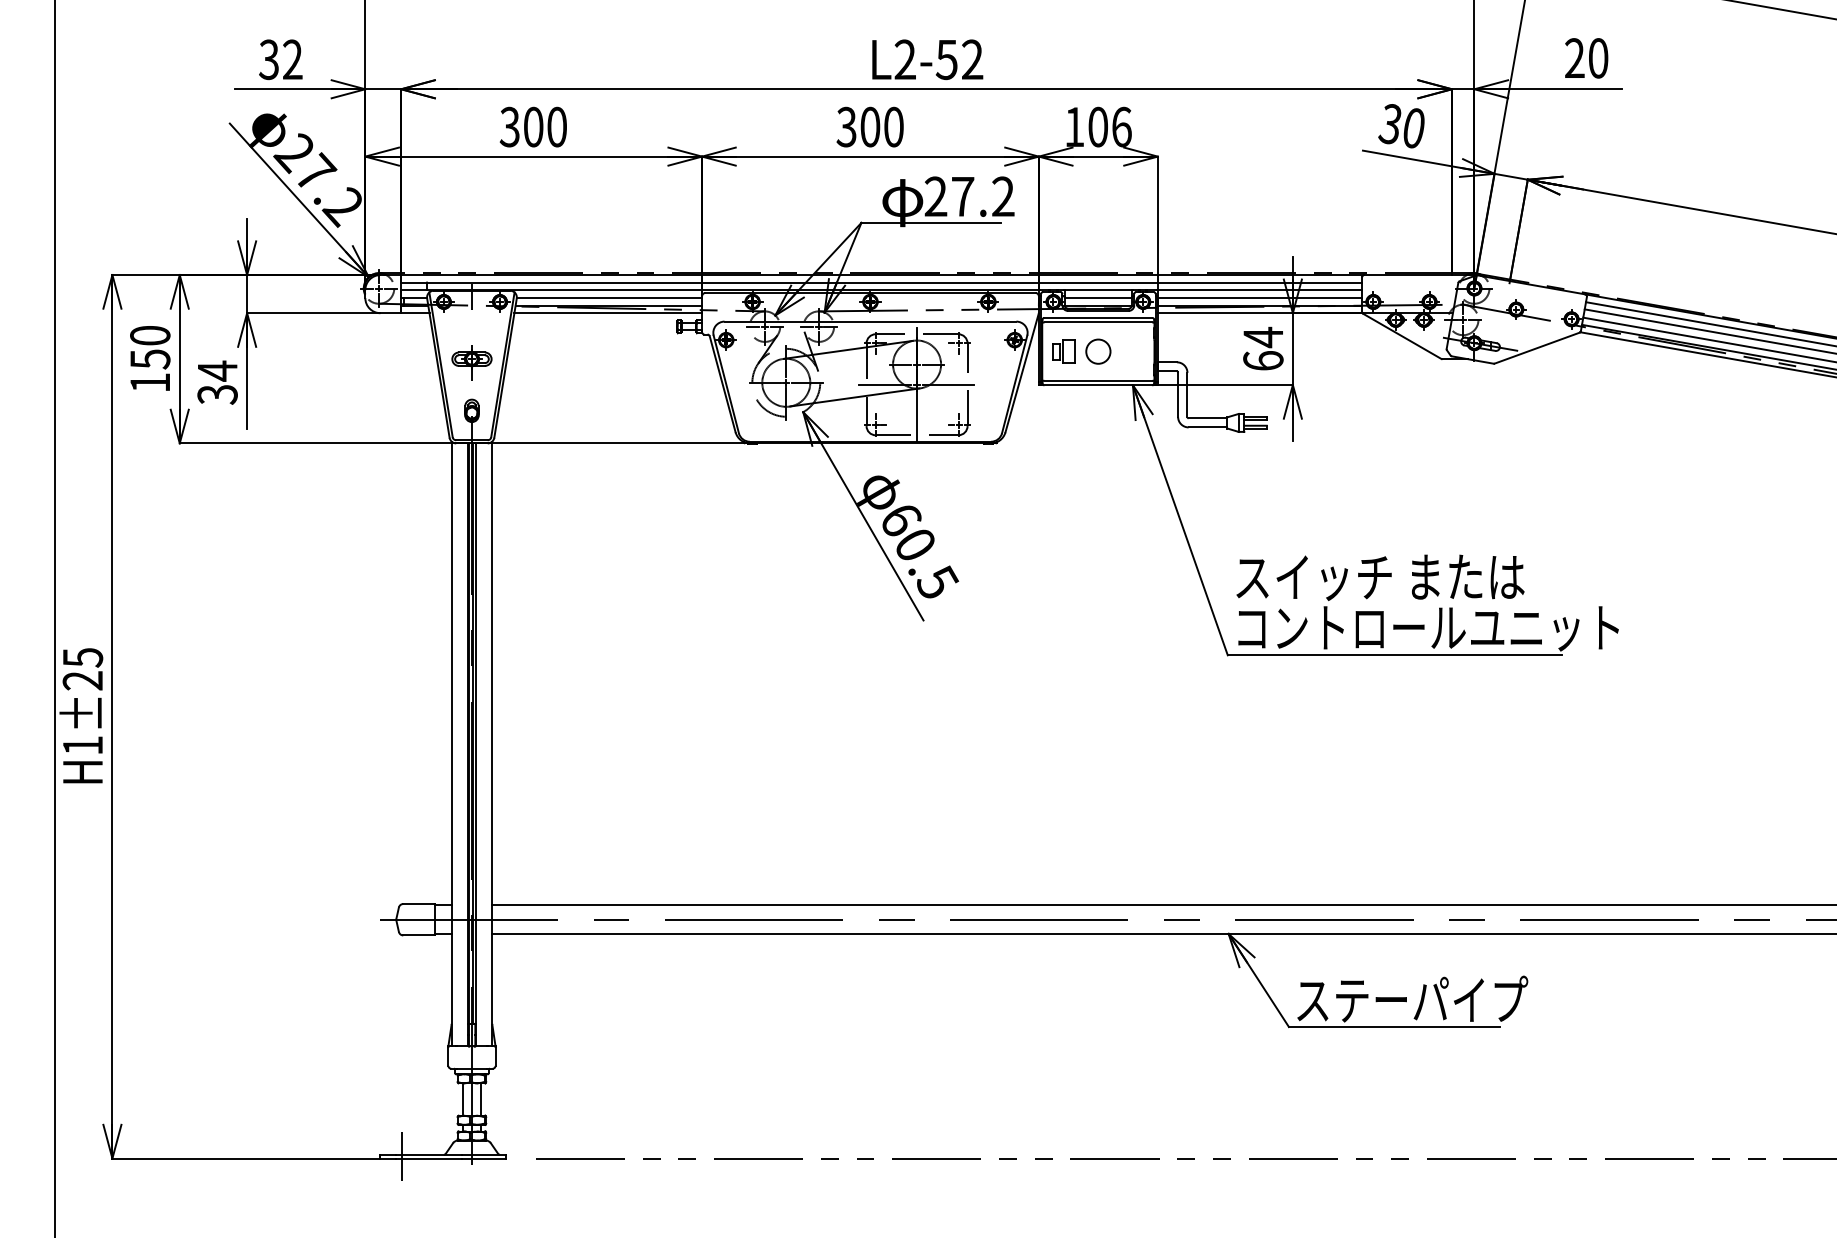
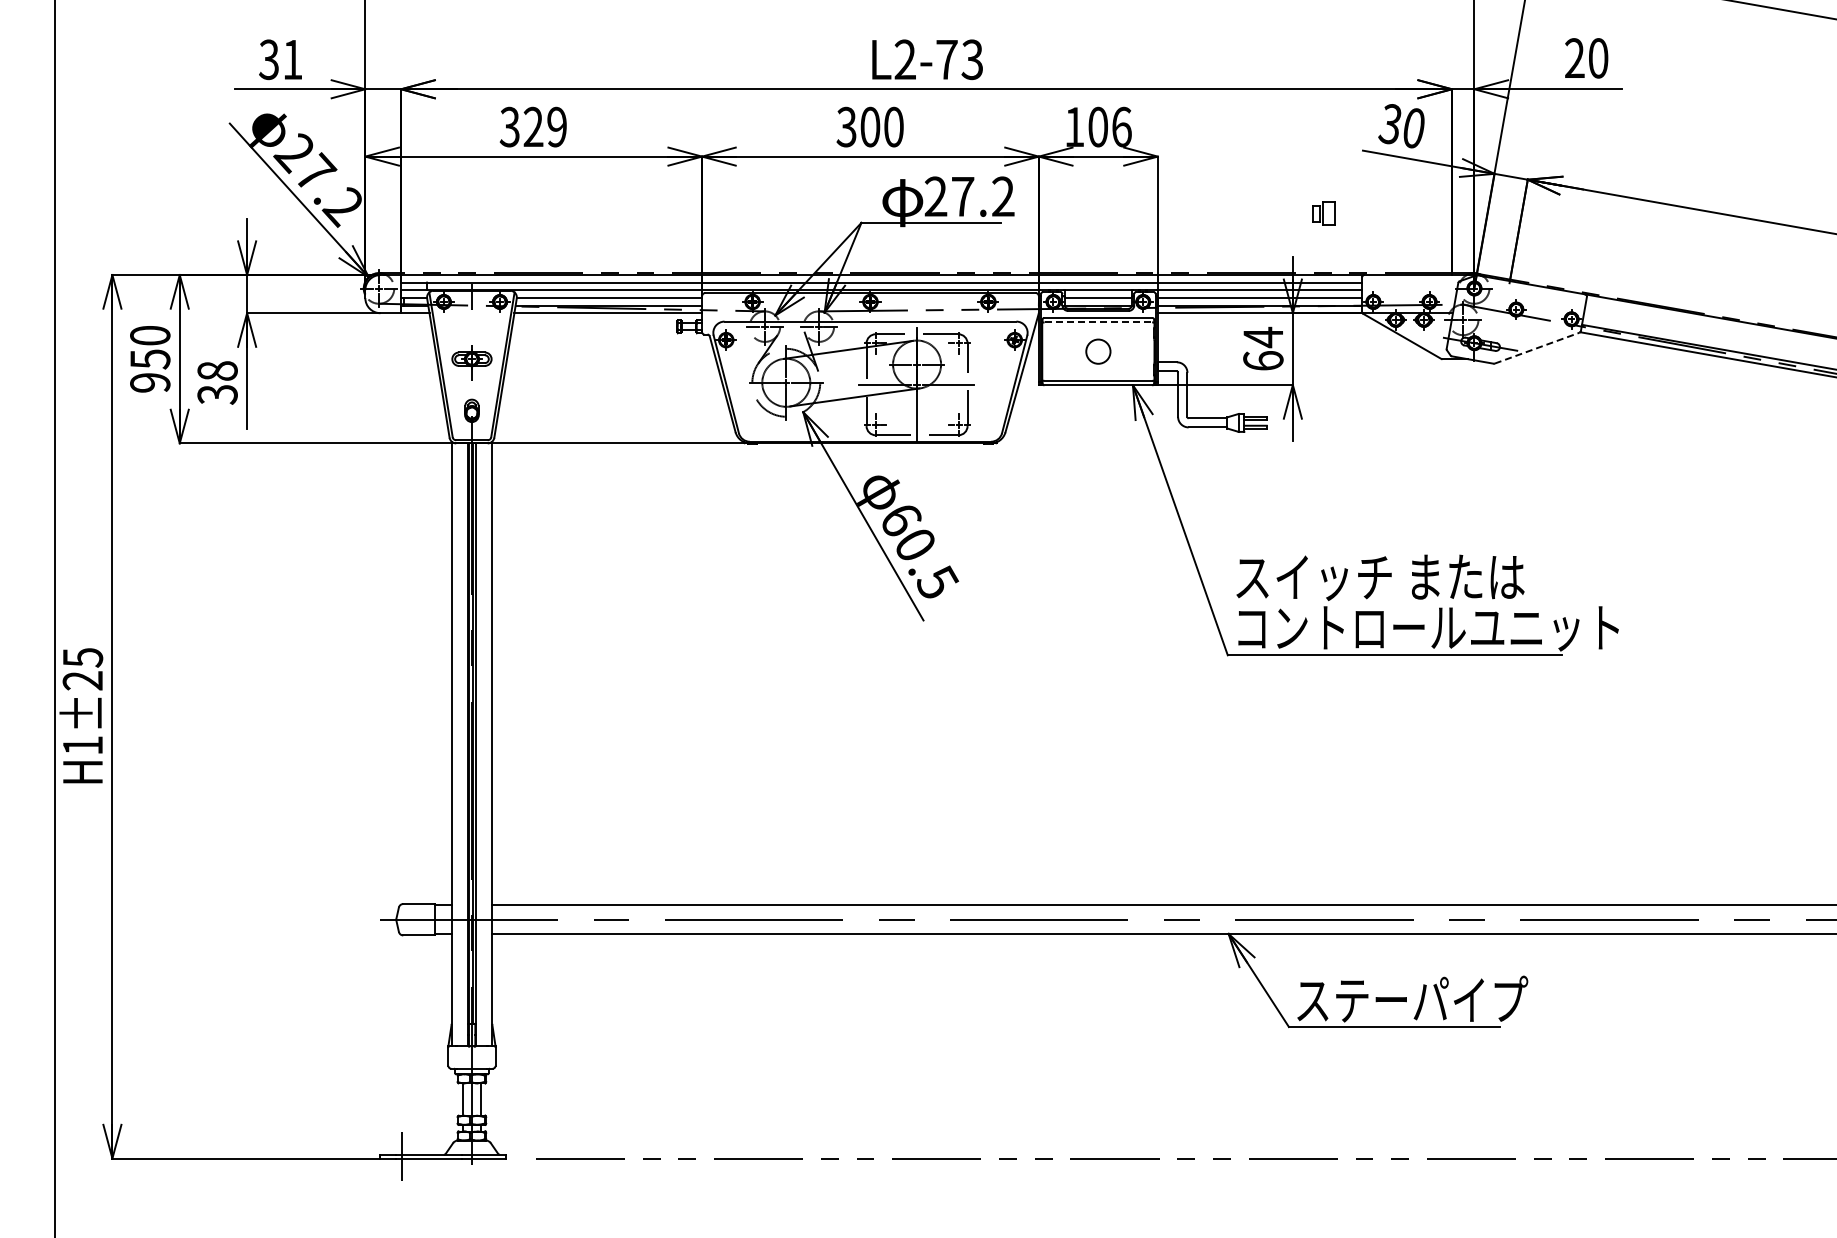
text at (292, 59): 32 -> 31
text at (959, 59): L2-52 -> L2-73
text at (544, 126): 300 -> 329
line at (1098, 322): solid -> dashed
line at (1709, 323): present -> none
line at (1708, 331): present -> none
line at (1708, 339): present -> none
line at (1537, 348): solid -> dashed
part at (1063, 351) position: (1063, 351) -> (1323, 213)
text at (217, 370): 34 -> 38
text at (150, 382): 150 -> 950
